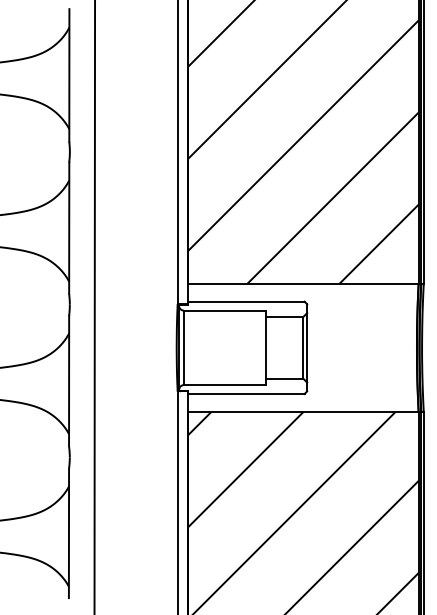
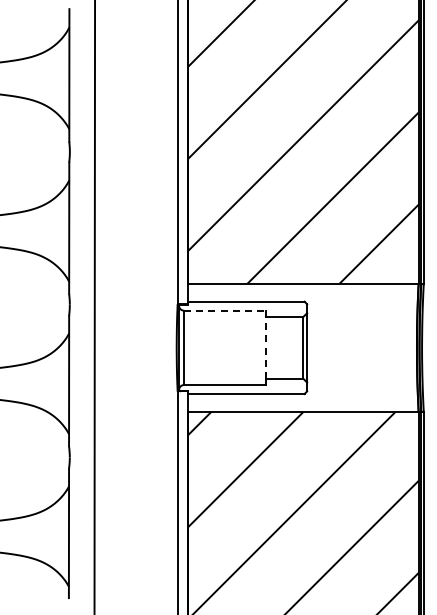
line at (225, 310): solid -> dashed
line at (266, 347): solid -> dashed
